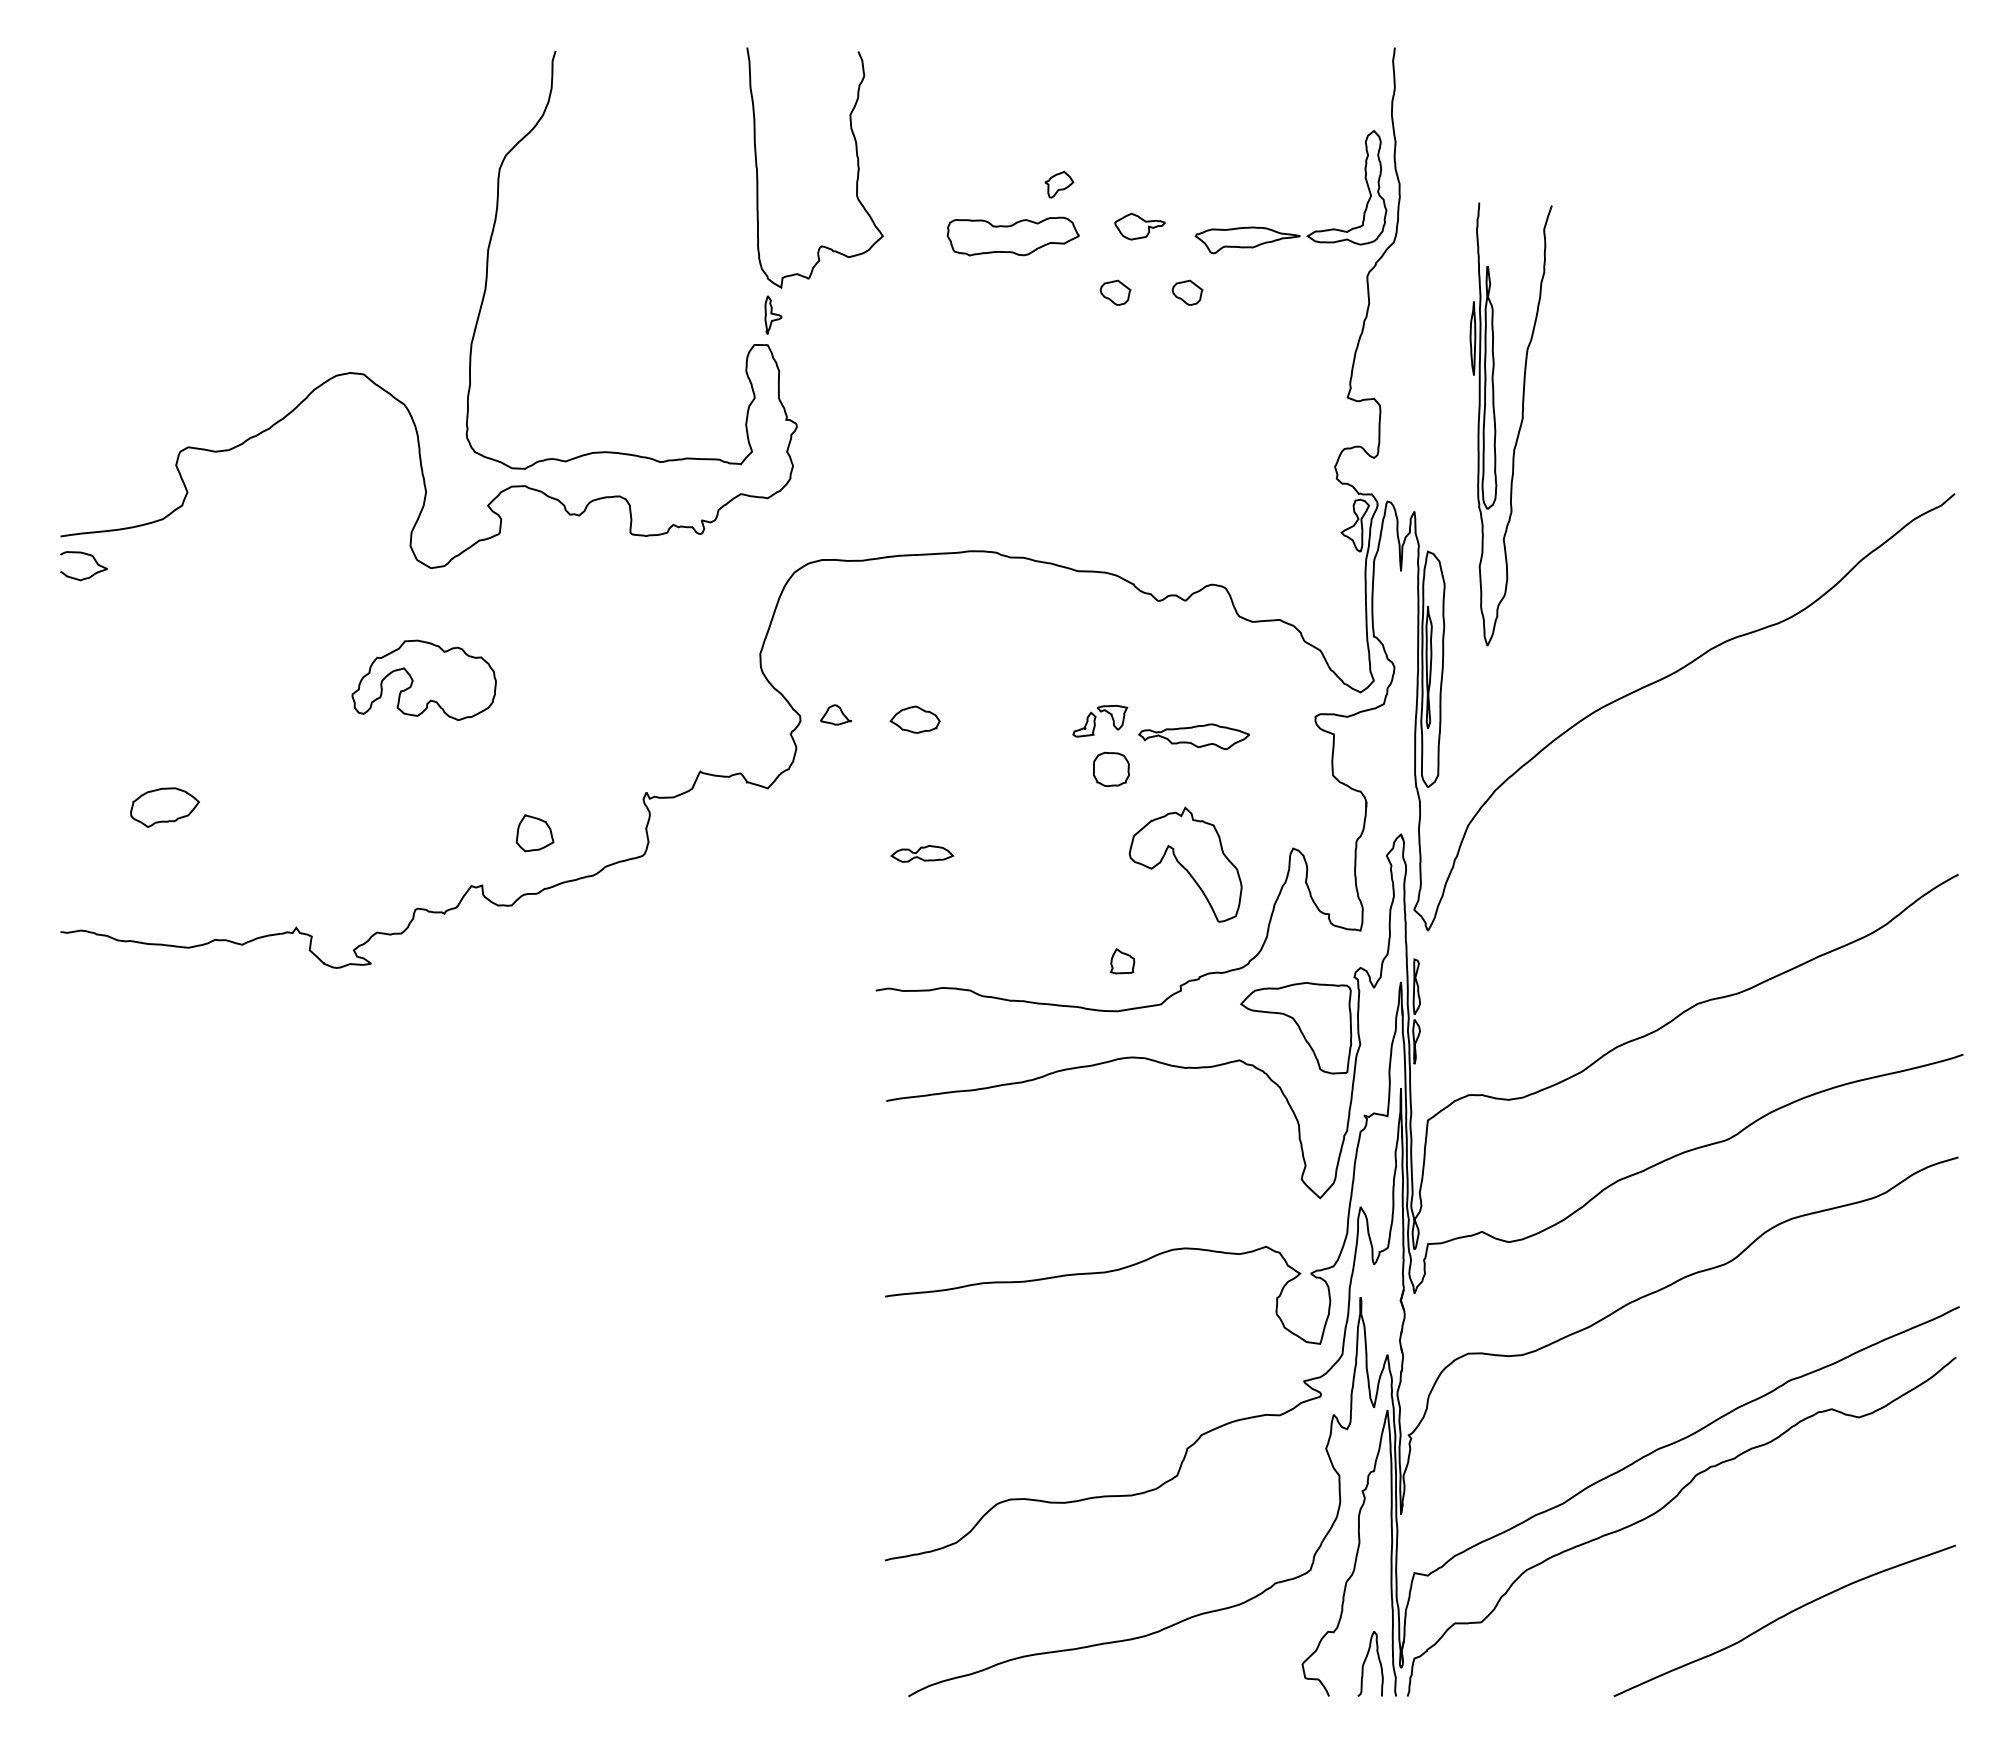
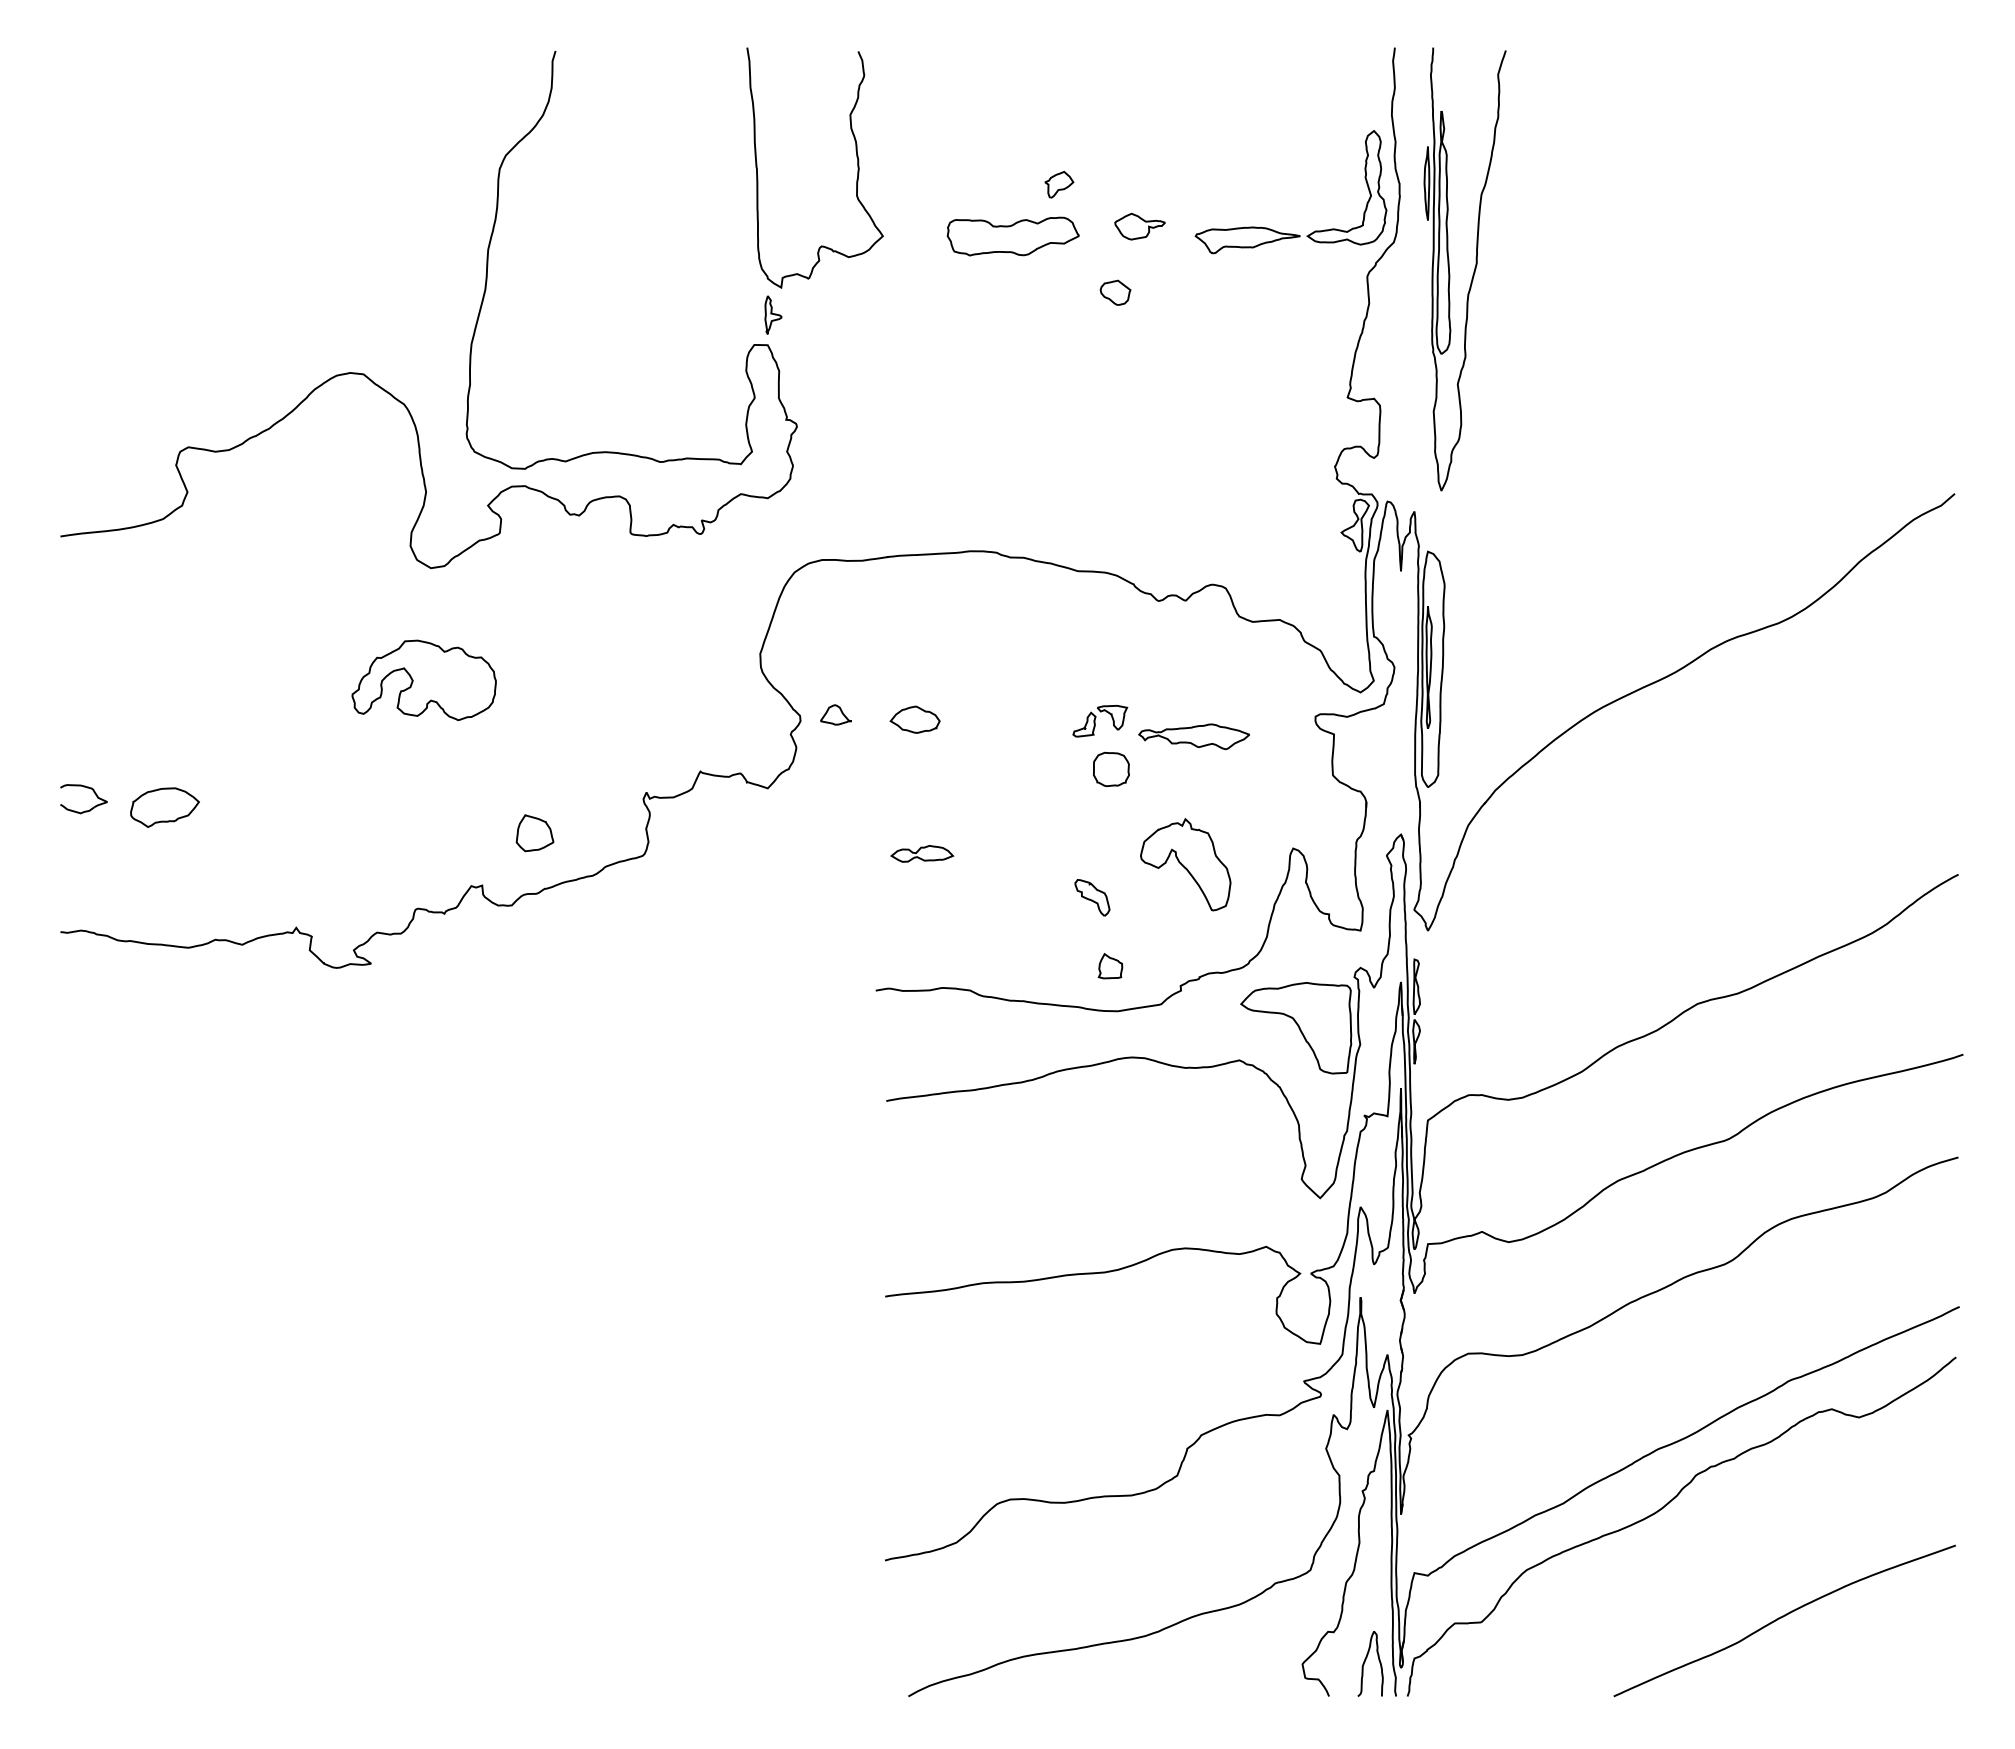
part at (1187, 292): present -> none
part at (1519, 426) position: (1519, 426) -> (1473, 271)
part at (85, 577) position: (85, 577) -> (85, 810)
part at (1185, 864) size: 115x117 px -> 92x94 px
part at (1092, 897): none -> present
part at (1122, 961) position: (1122, 961) -> (1110, 966)
